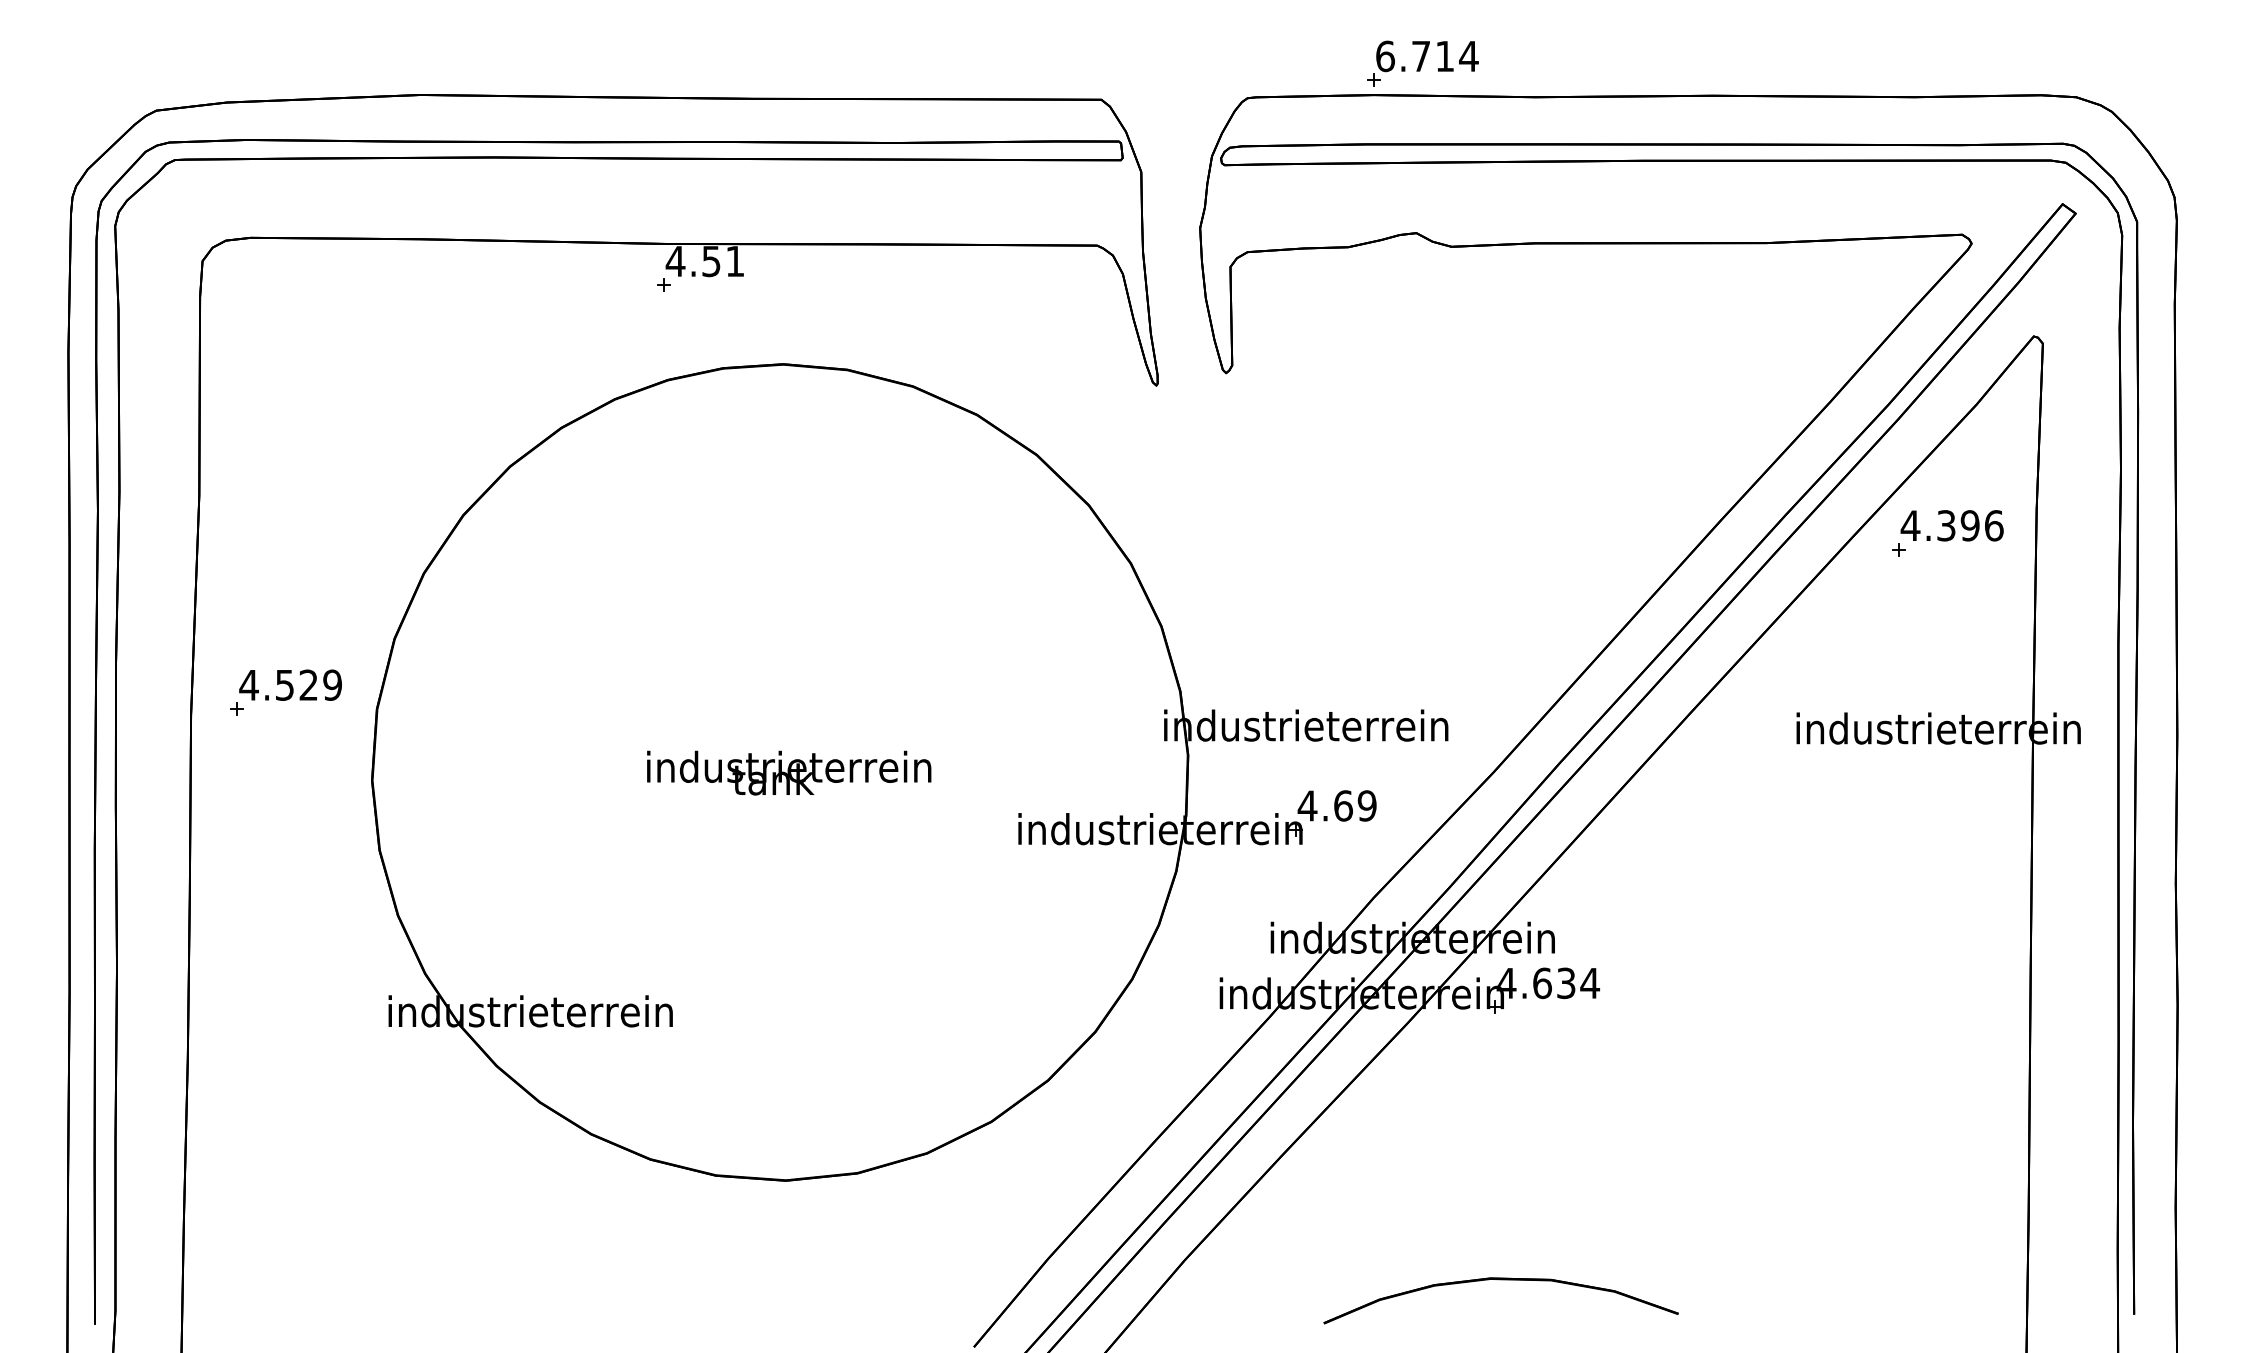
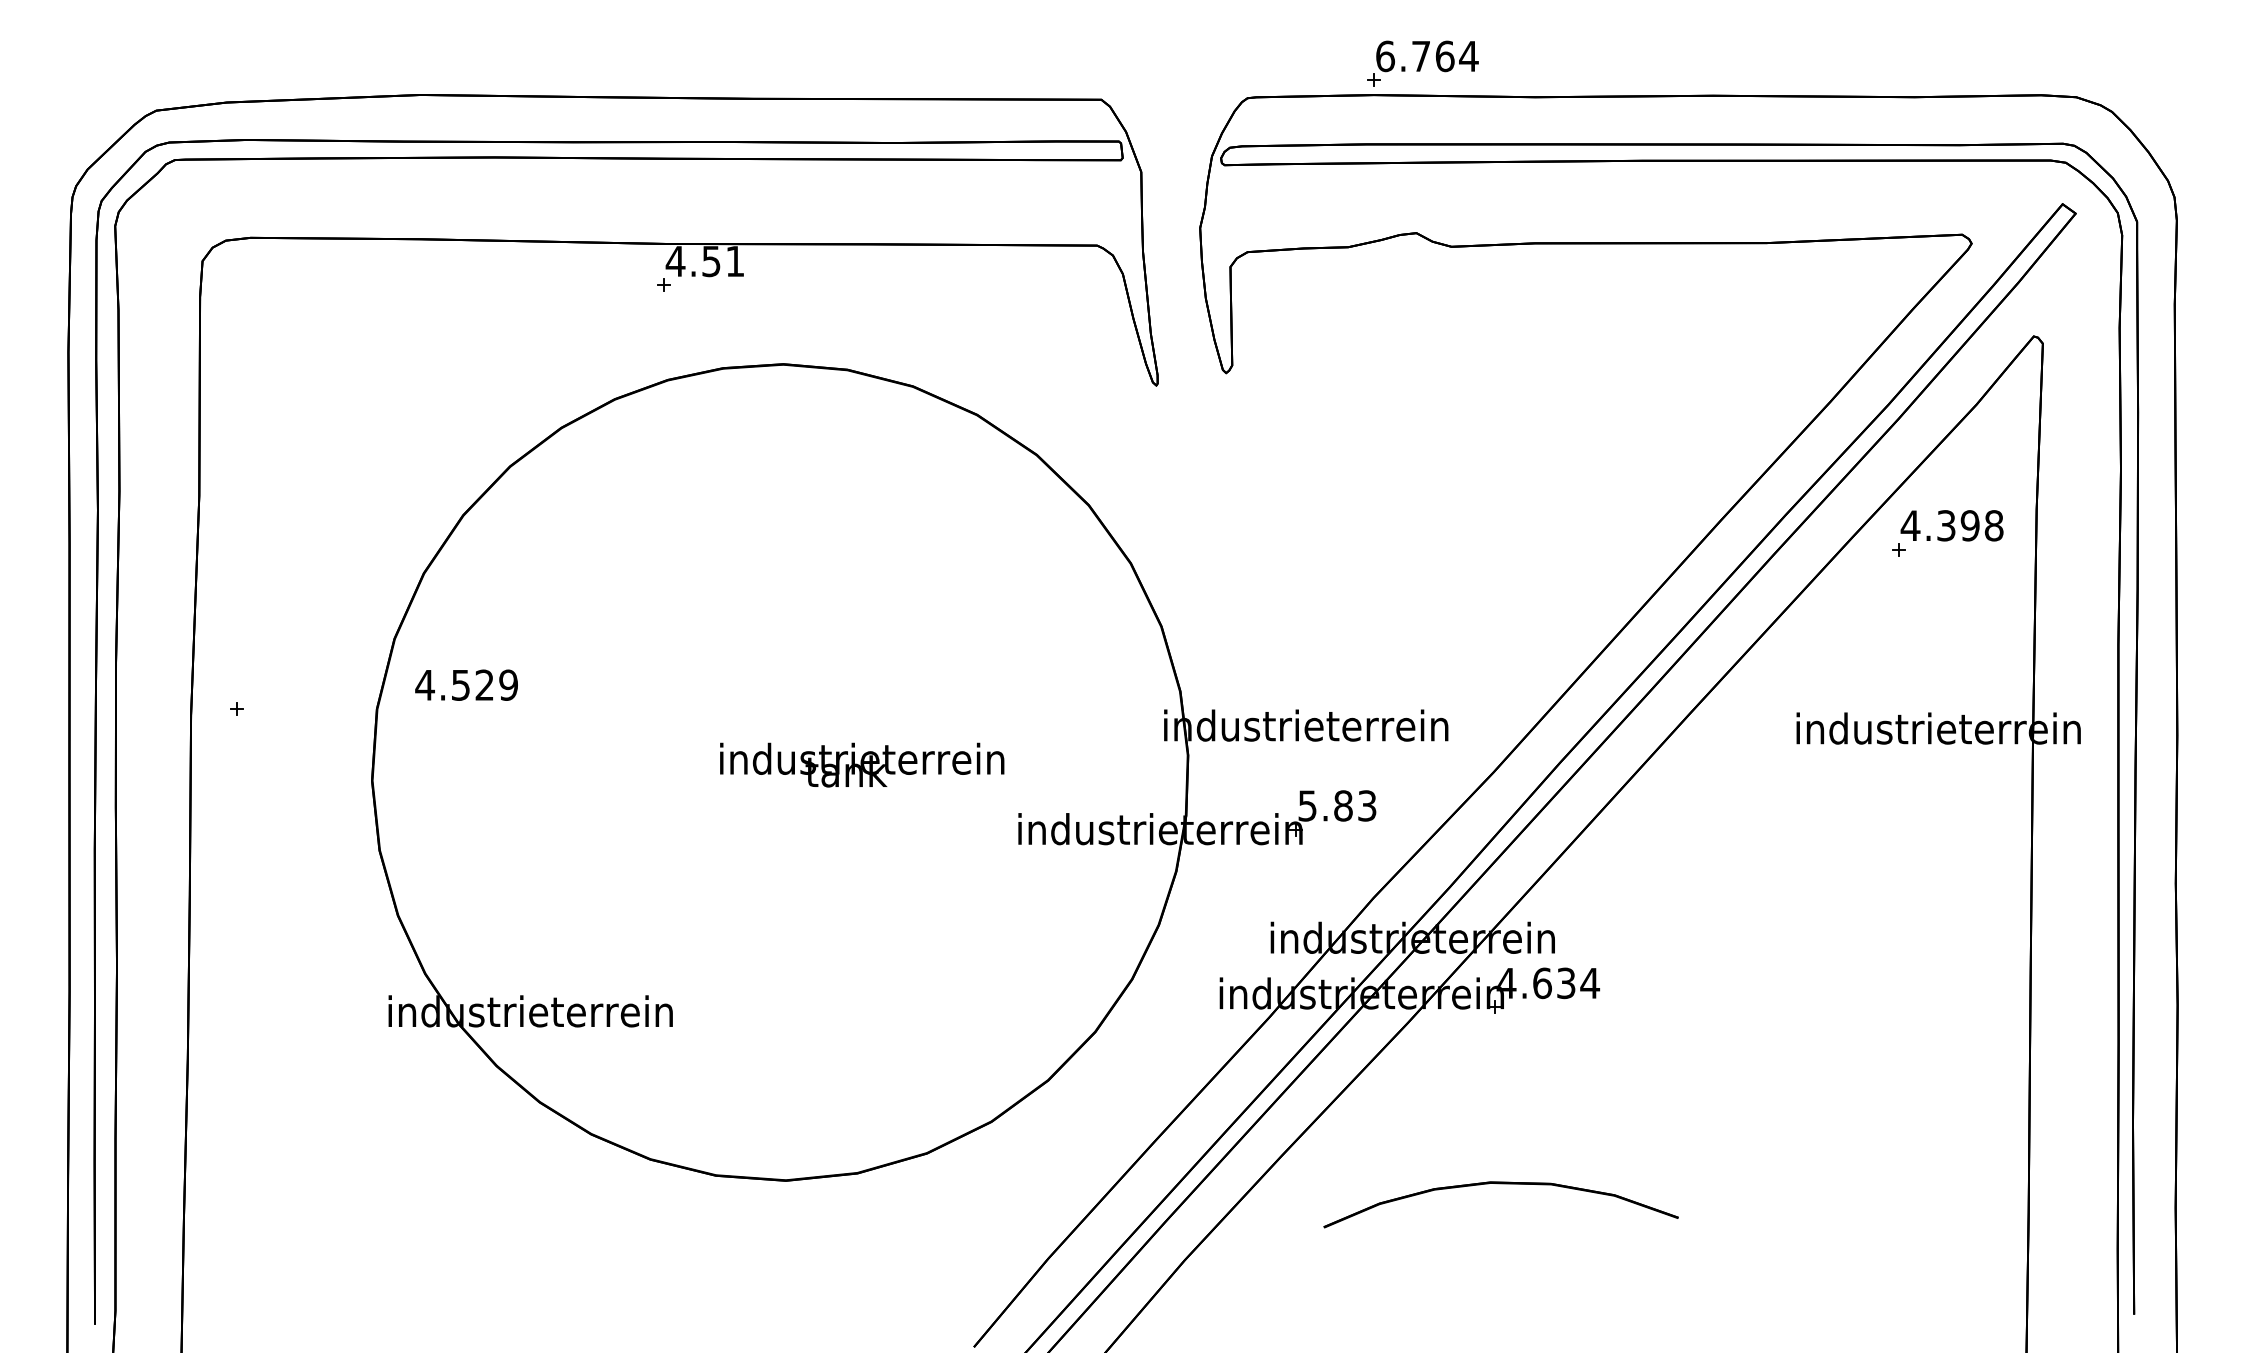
text at (1444, 56): 6.714 -> 6.764
text at (1993, 525): 4.396 -> 4.398
text at (290, 684) position: (290, 684) -> (466, 684)
text at (789, 772) position: (789, 772) -> (862, 764)
text at (1336, 805): 4.69 -> 5.83
part at (1500, 1280) position: (1500, 1280) -> (1500, 1184)
